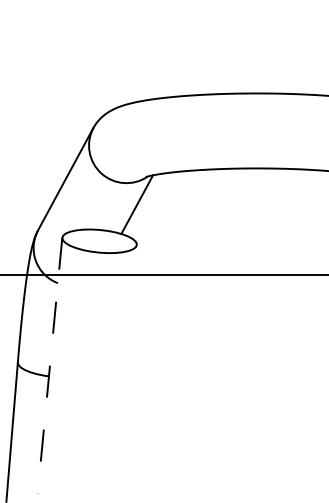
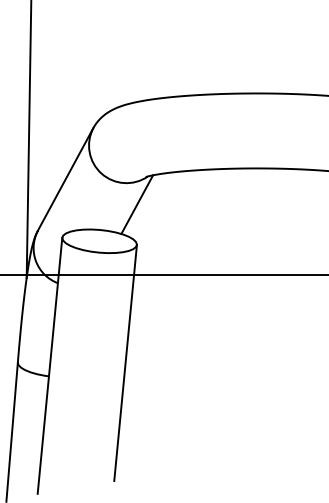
line at (28, 140): none -> present
line at (125, 362): none -> present
line at (50, 365): dashed -> solid
